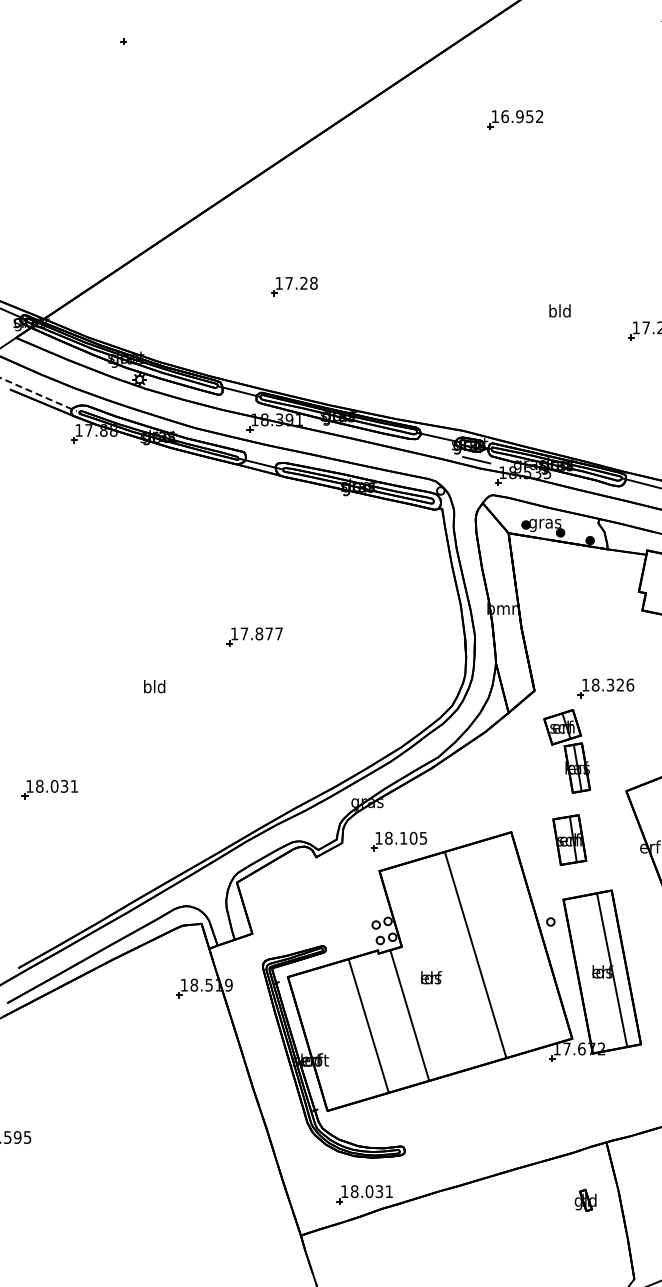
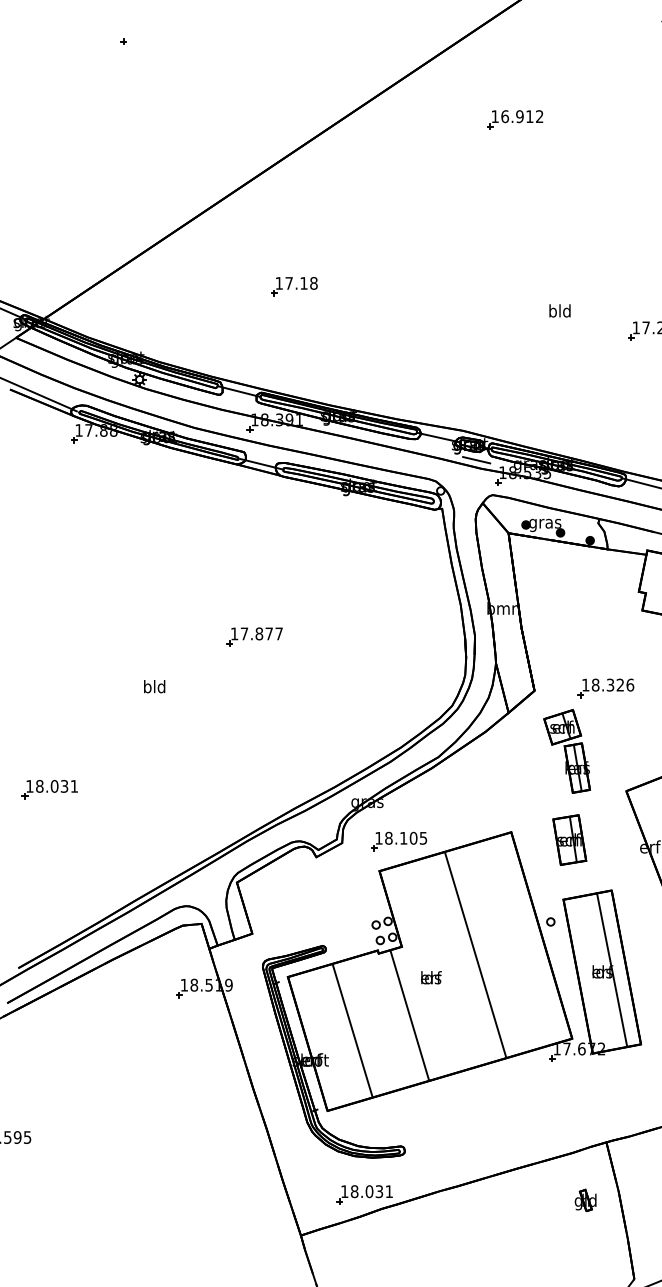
text at (529, 116): 16.952 -> 16.912
text at (303, 283): 17.28 -> 17.18
line at (39, 394): dashed -> solid
line at (368, 1025) position: (368, 1025) -> (352, 1030)
